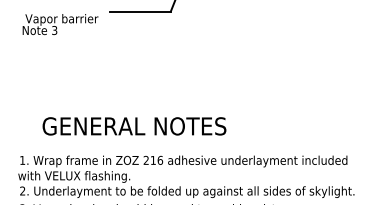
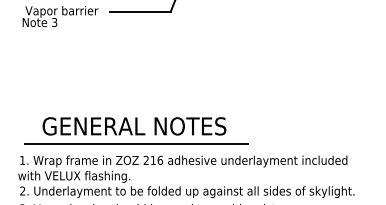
text at (60, 24) position: (60, 24) -> (60, 16)
line at (135, 143): none -> present
